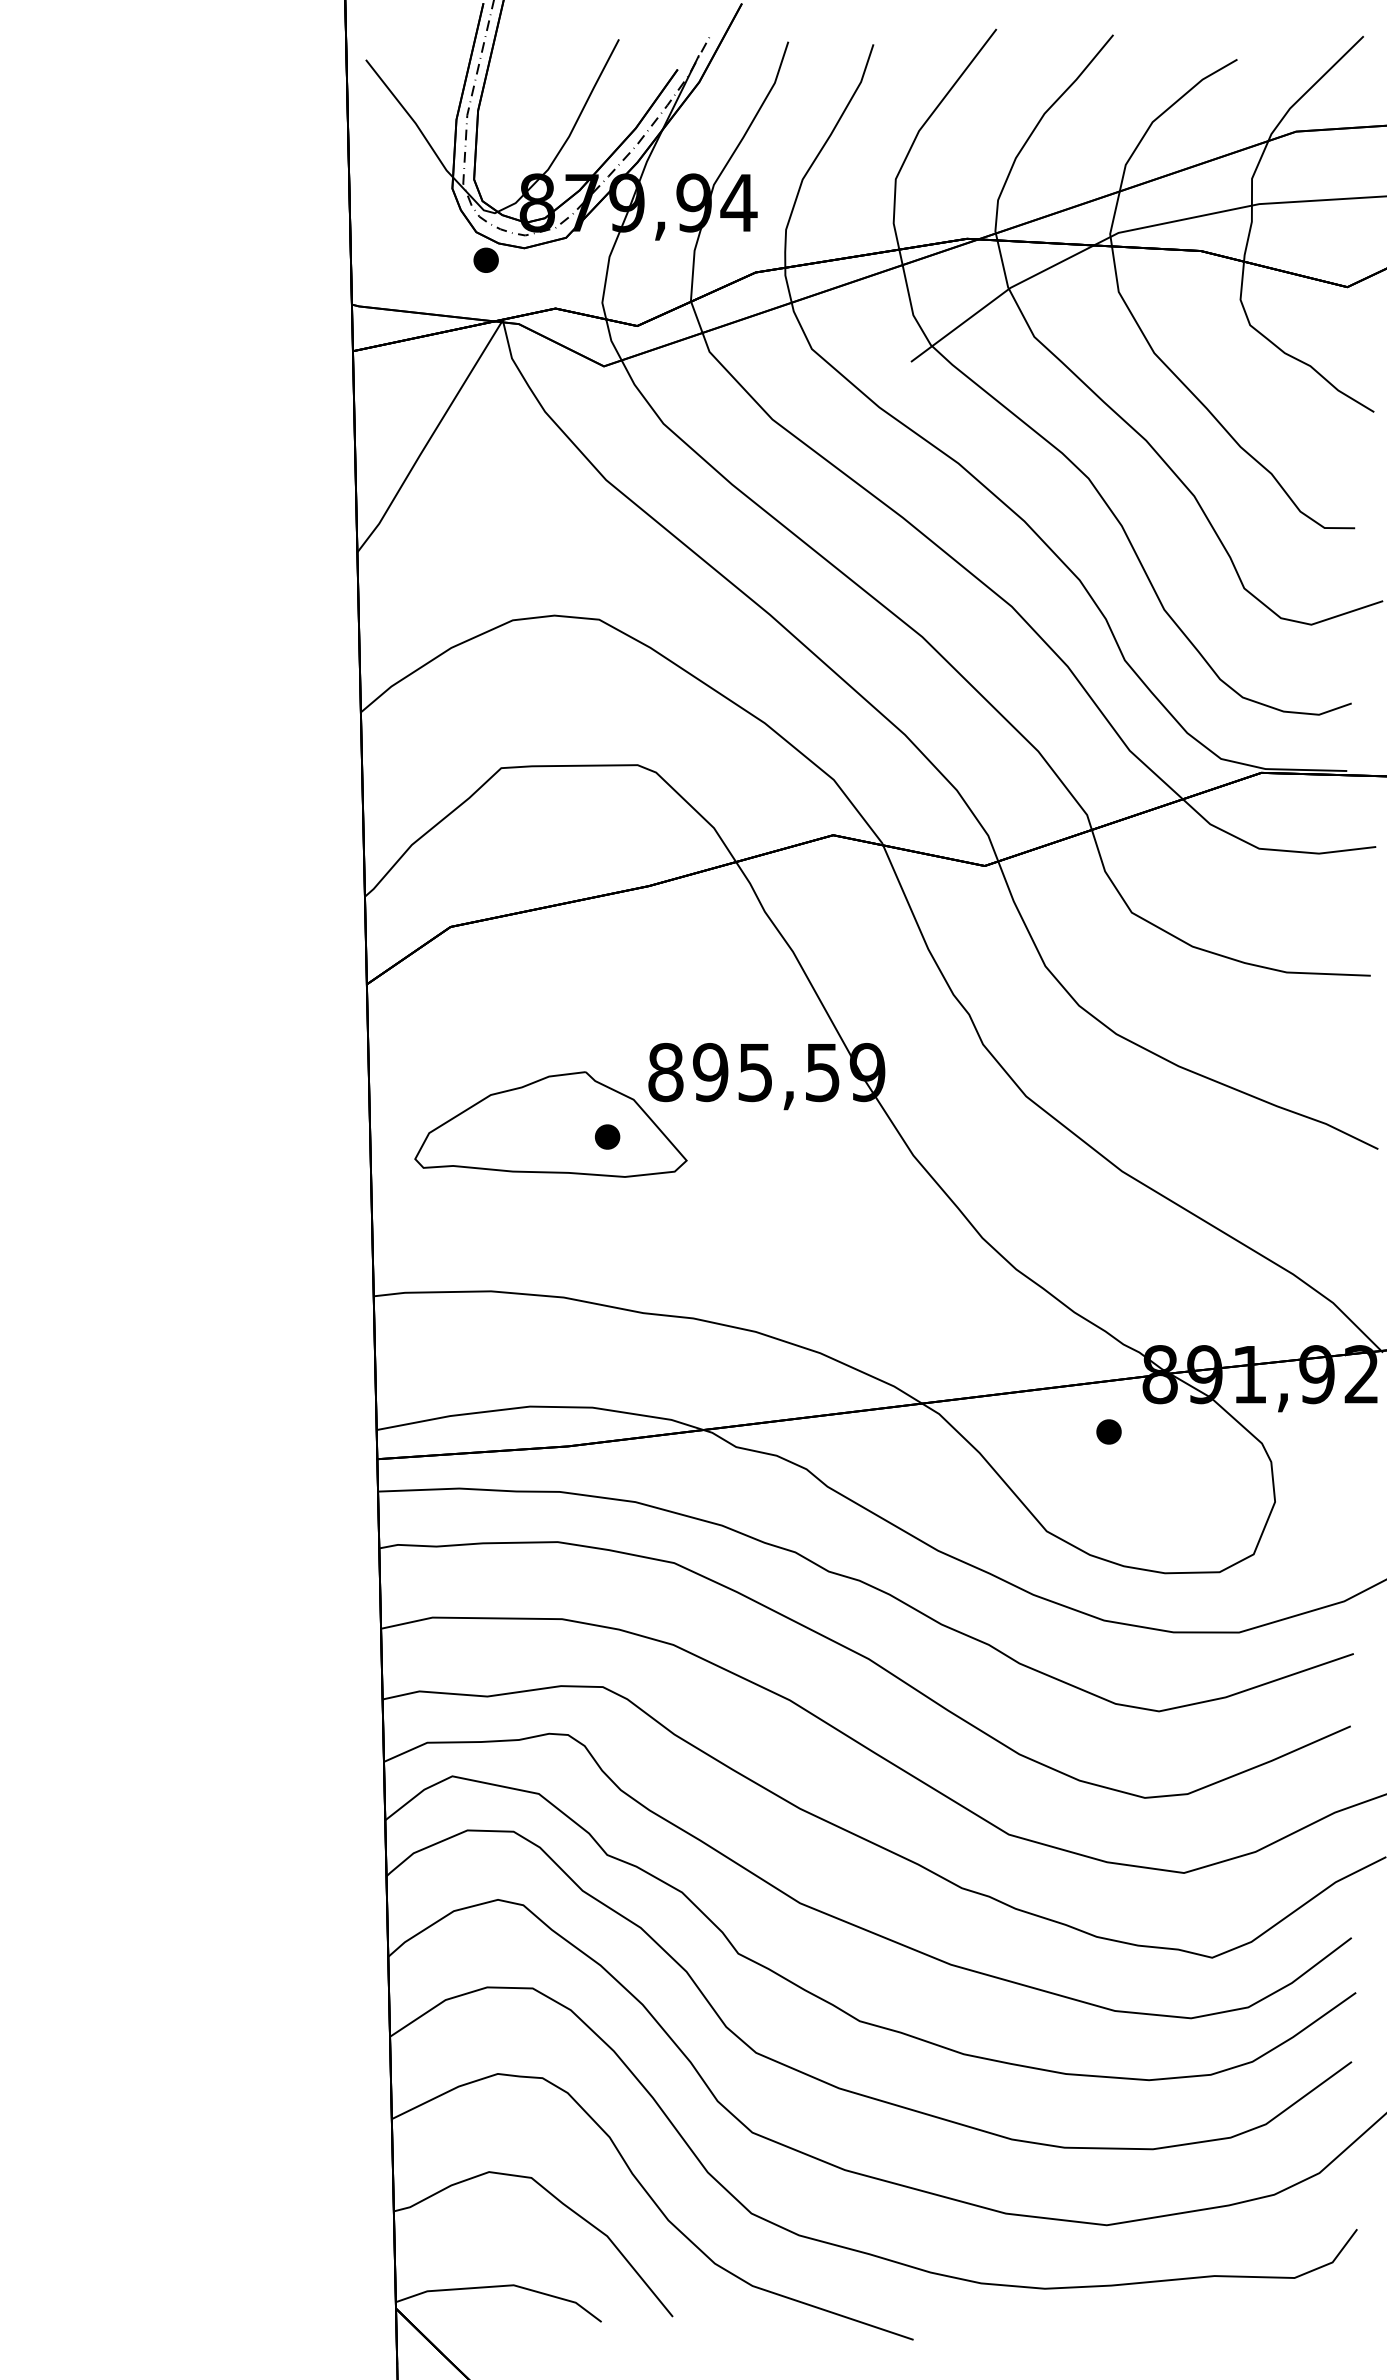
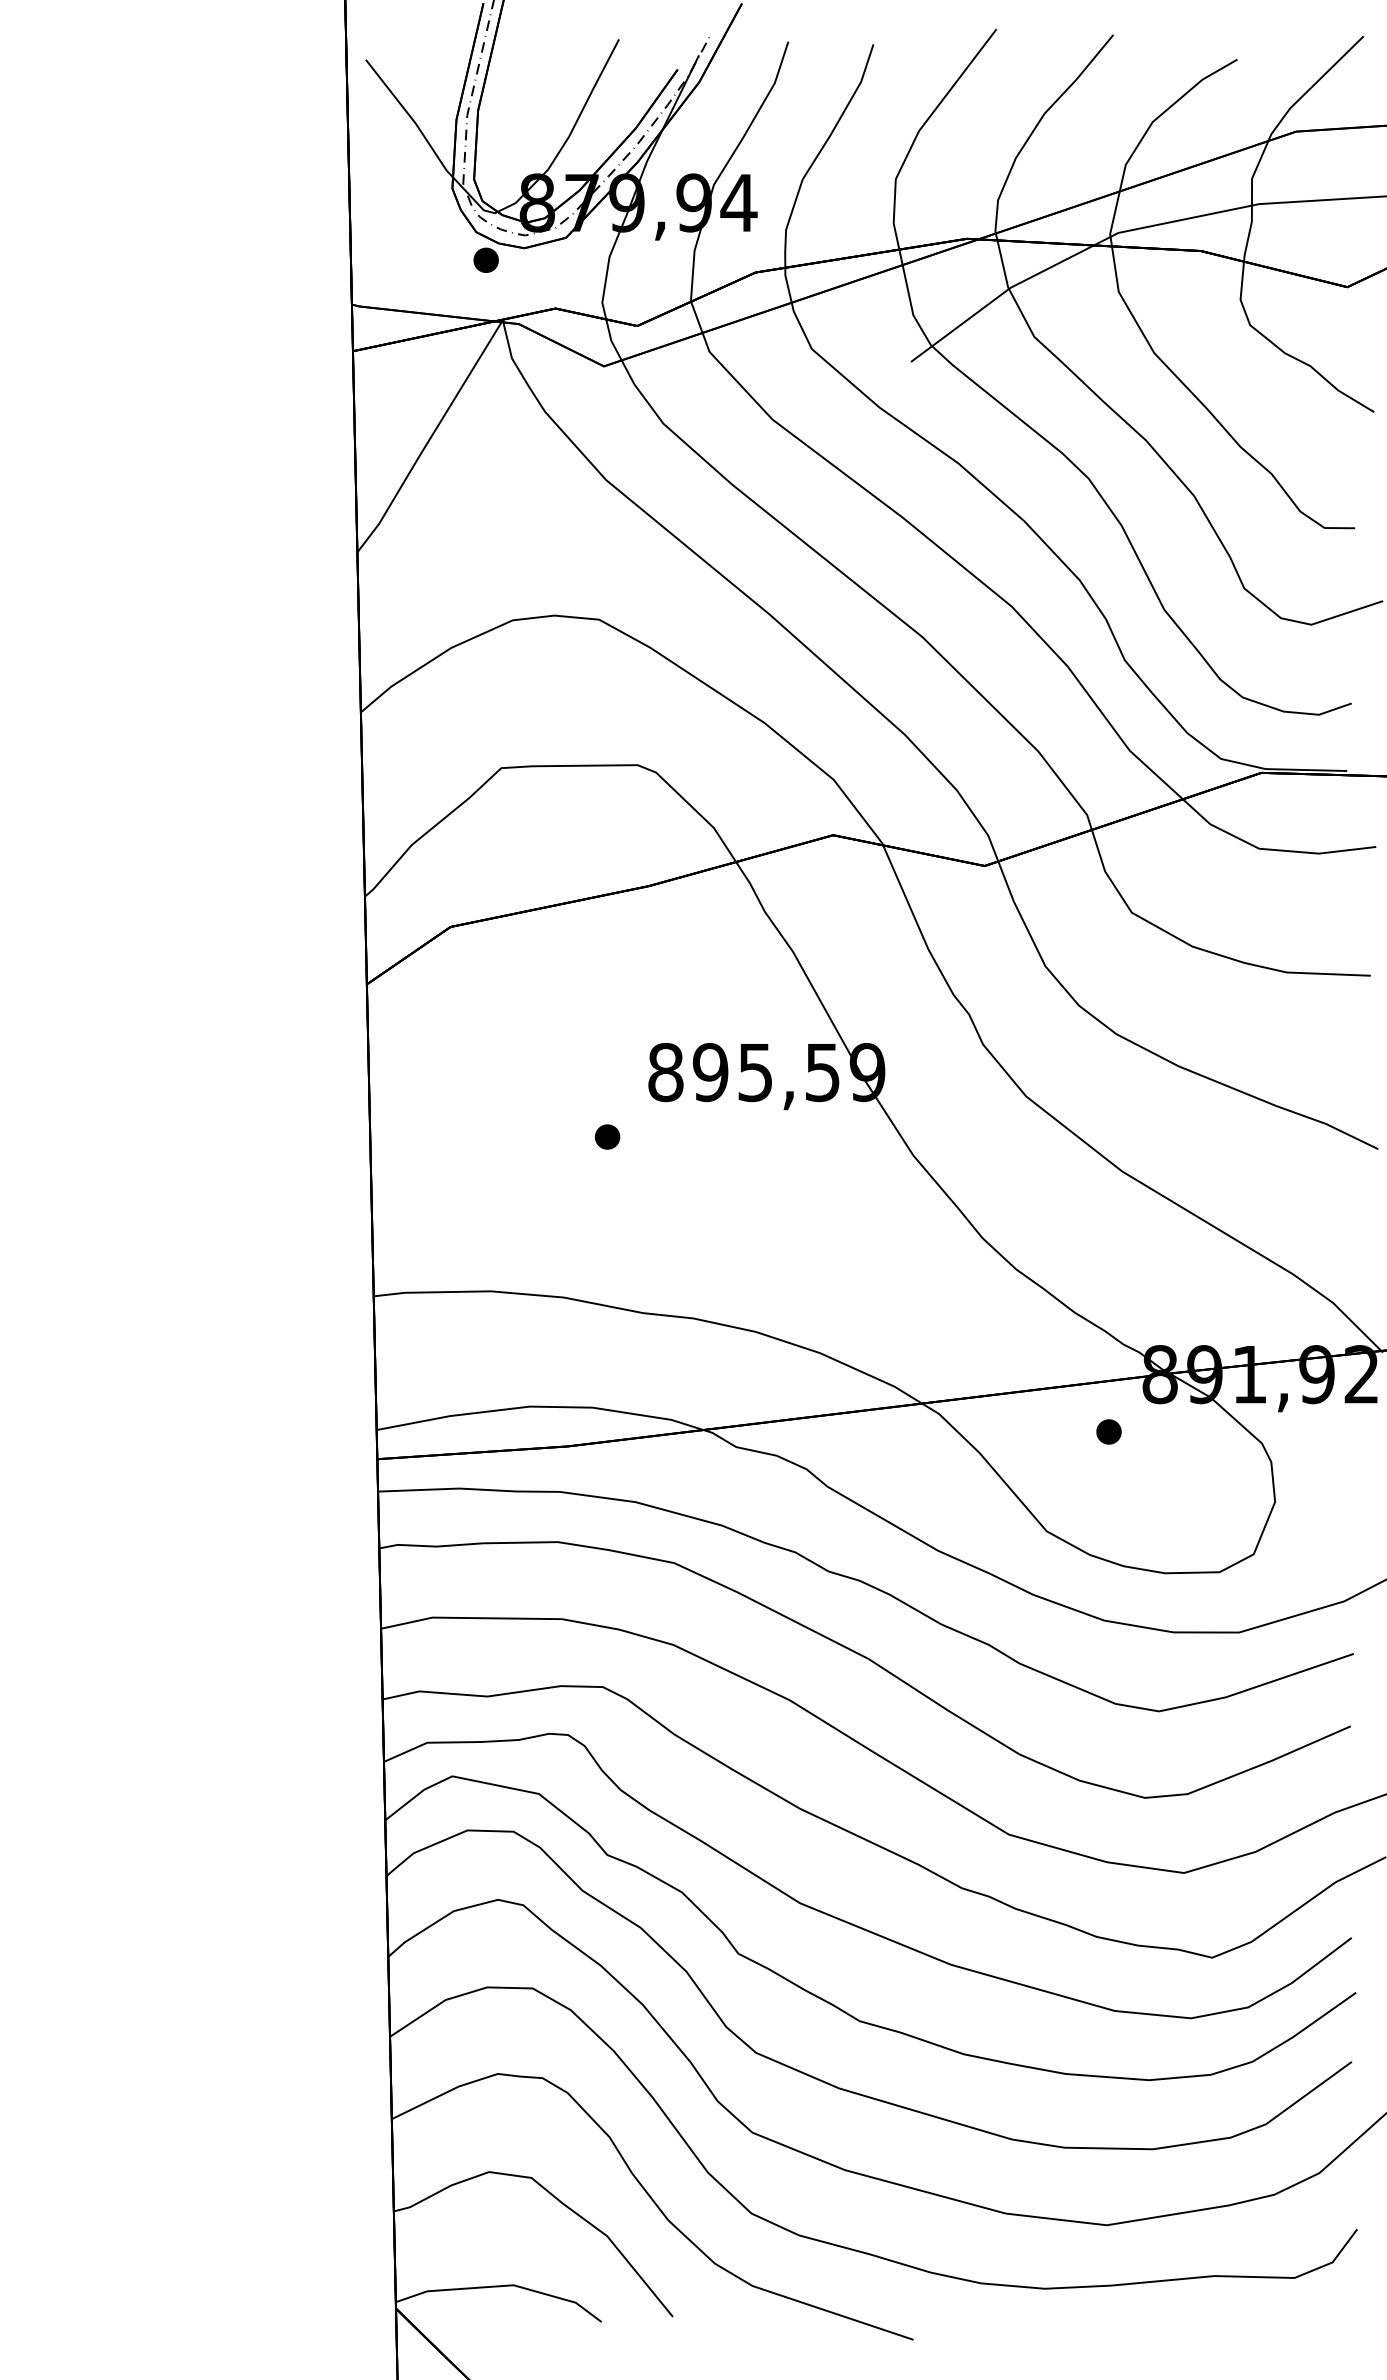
part at (550, 1124): present -> none
